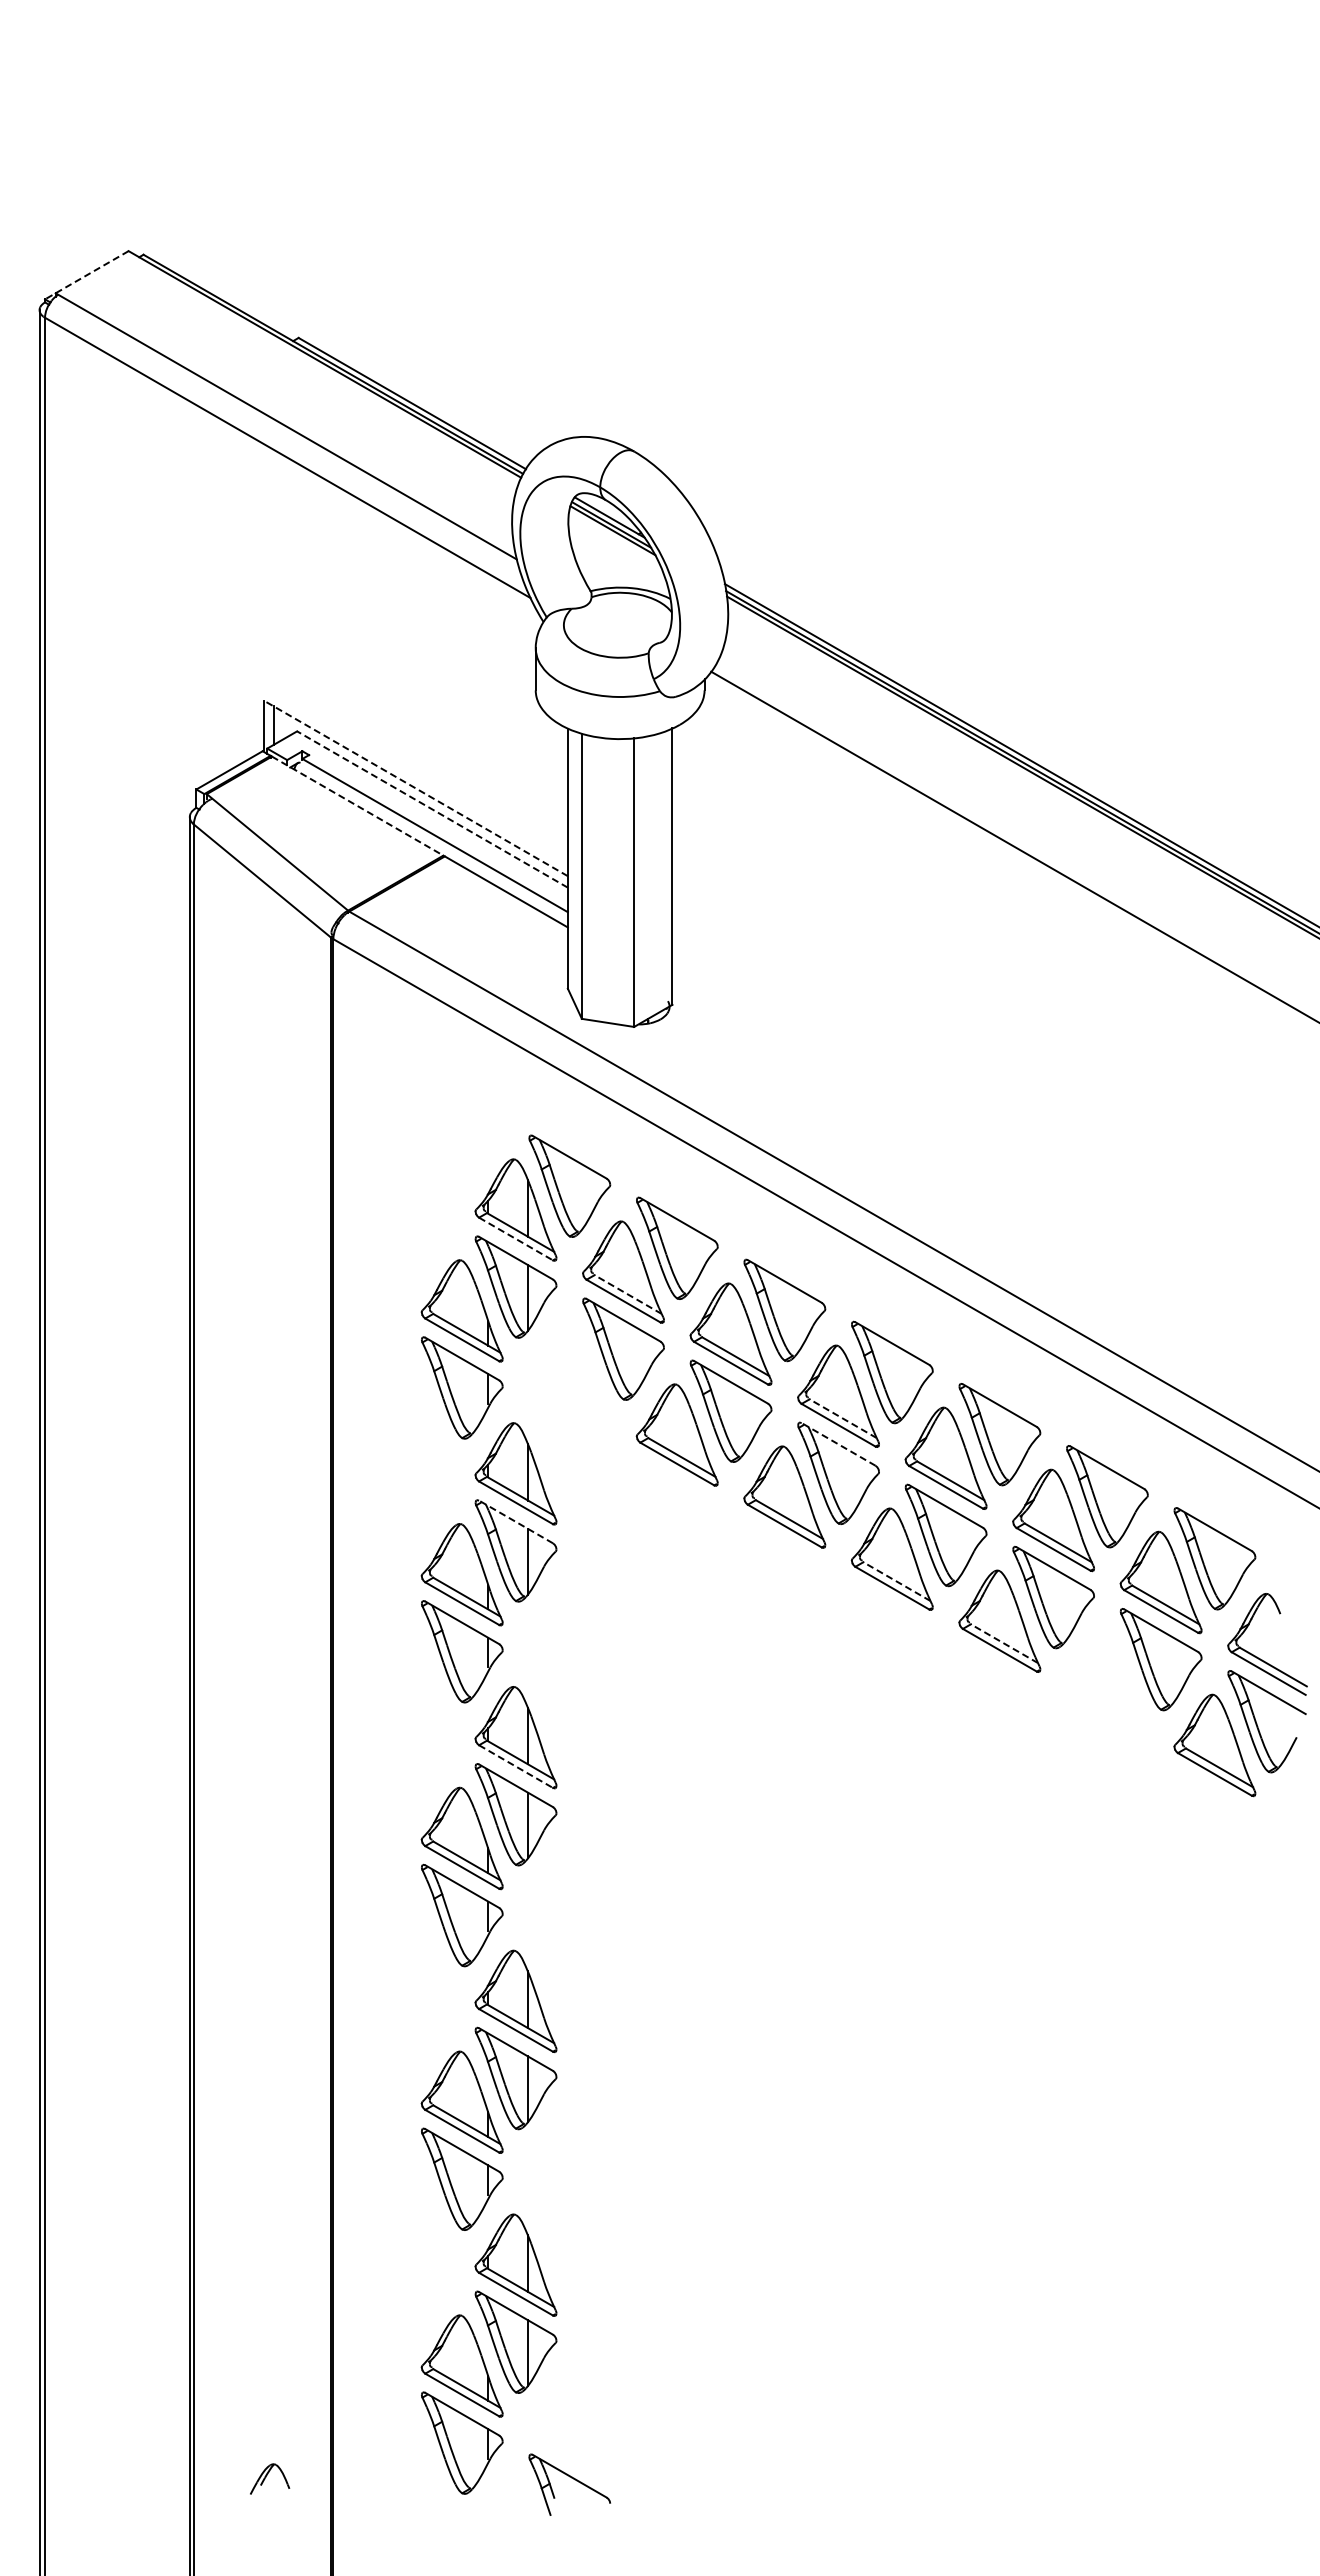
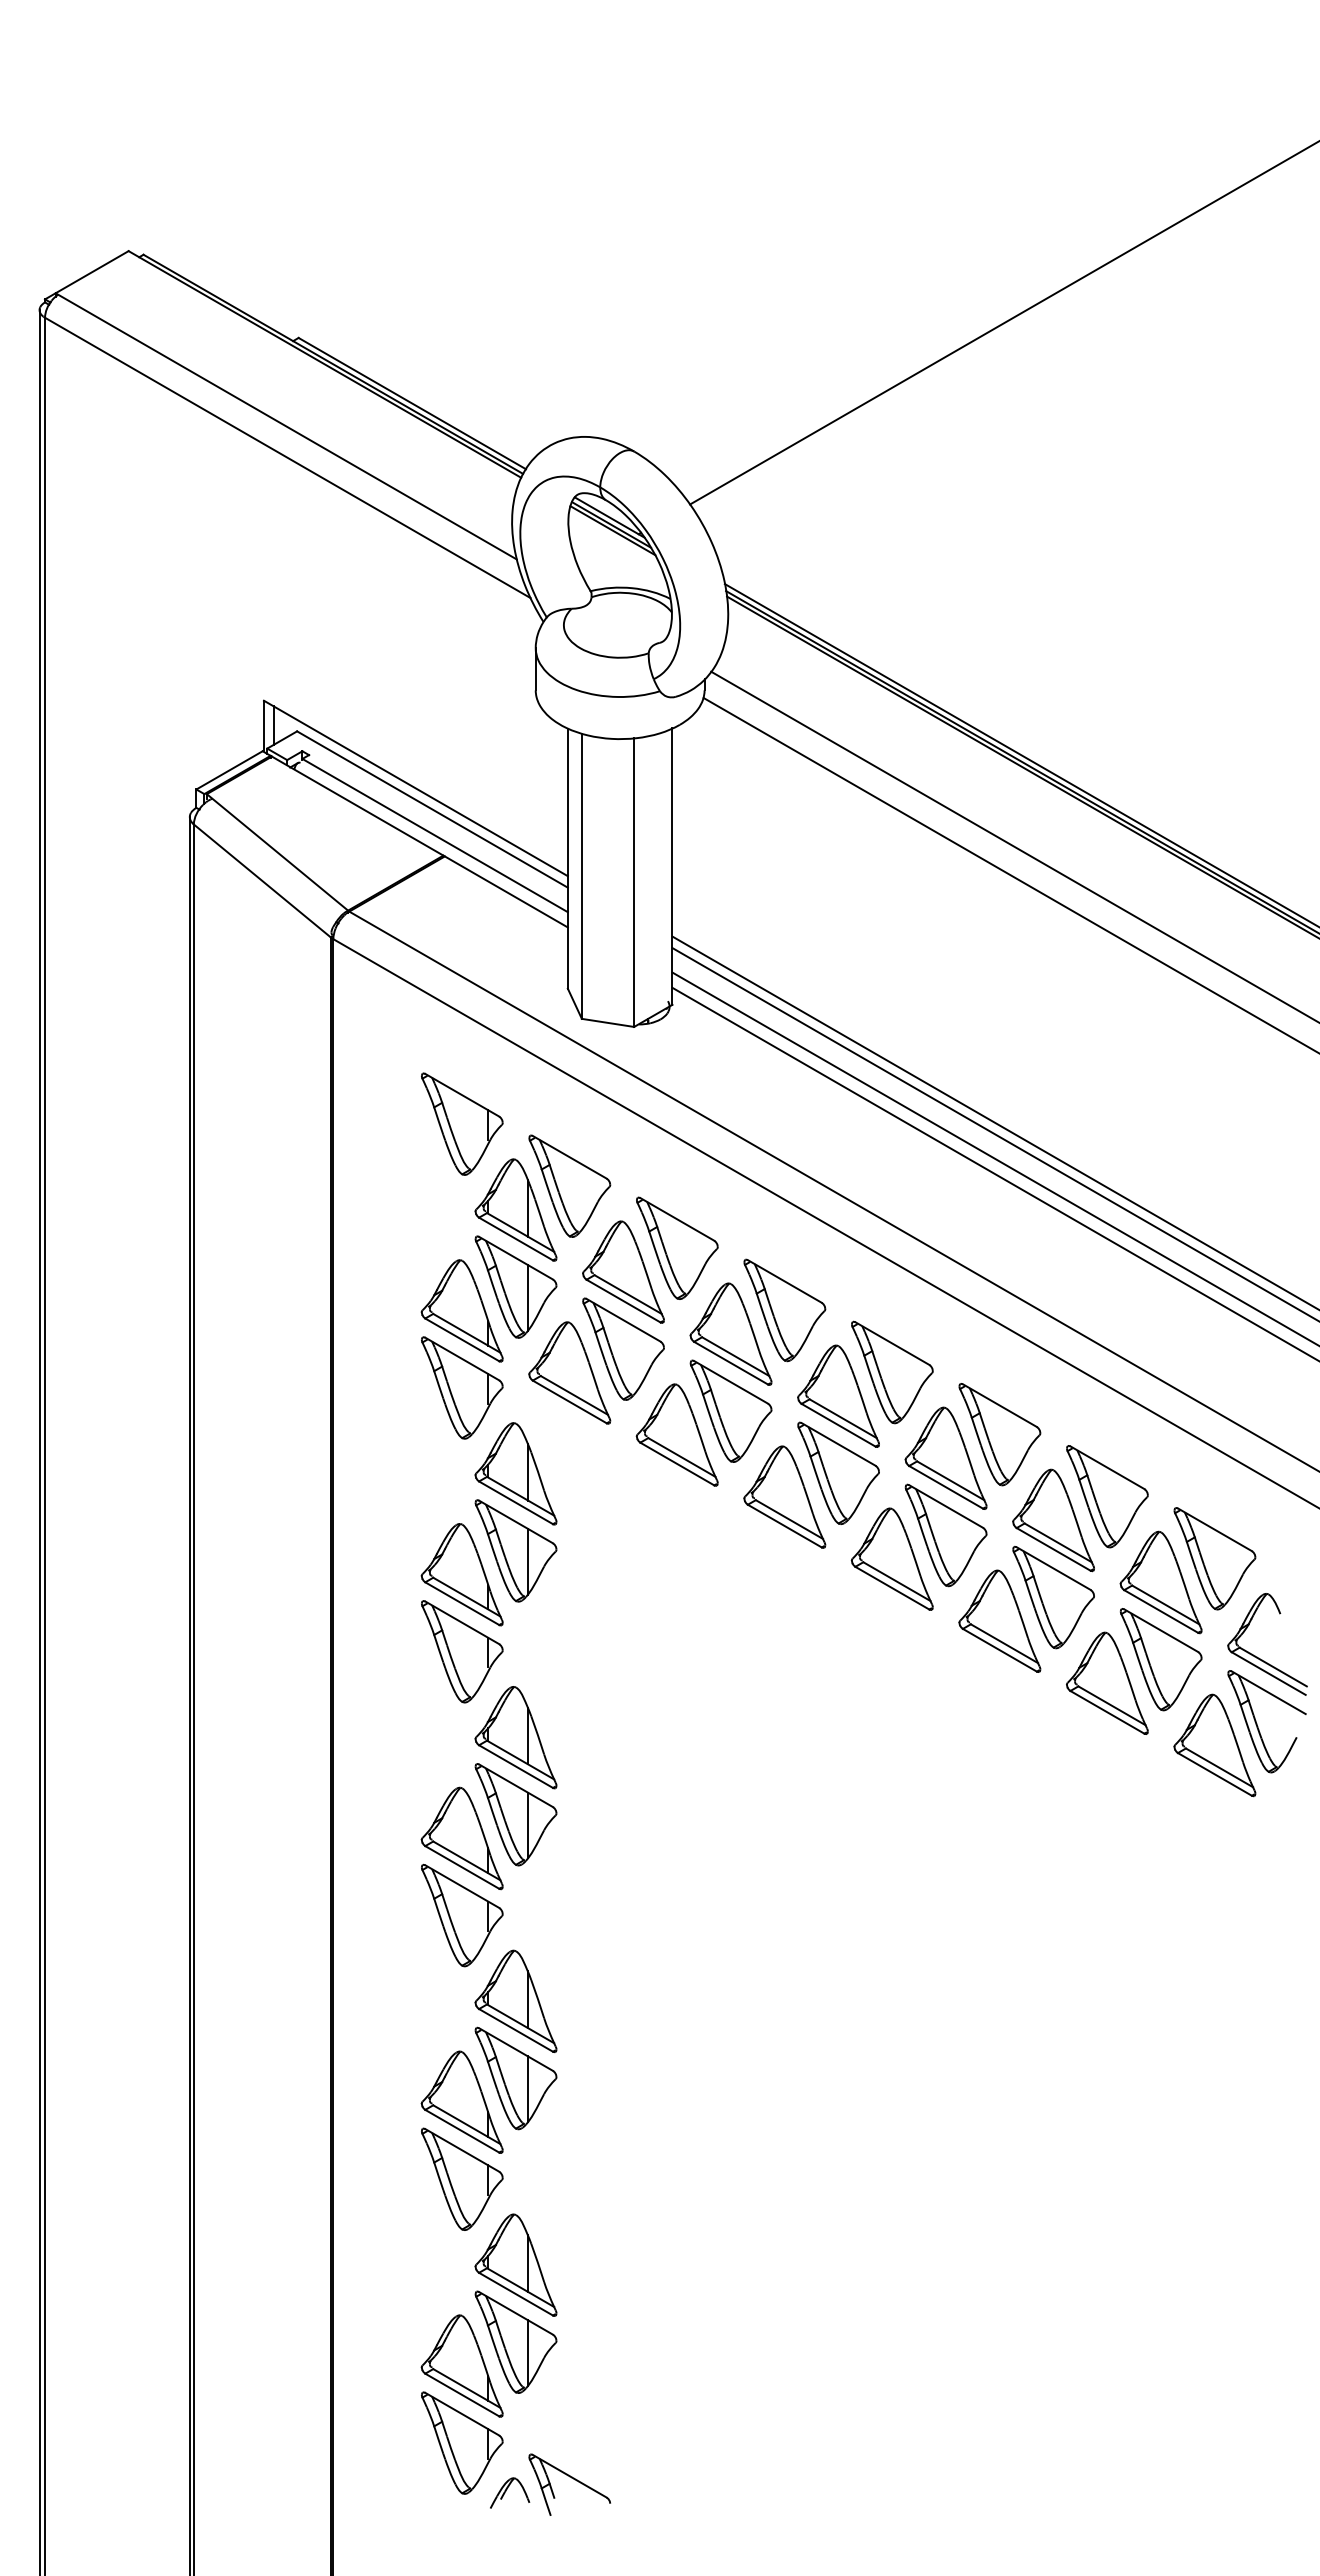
line at (86, 275): dashed -> solid
line at (1003, 323): none -> present
line at (415, 788): dashed -> solid
line at (358, 806): dashed -> solid
line at (432, 809): dashed -> solid
line at (1009, 874): none -> present
line at (994, 1122): none -> present
part at (462, 1123): none -> present
line at (994, 1133): none -> present
line at (994, 1158): none -> present
line at (994, 1173): none -> present
line at (516, 1239): dashed -> solid
line at (628, 1294): dashed -> solid
part at (569, 1372): none -> present
line at (843, 1418): dashed -> solid
line at (838, 1444): dashed -> solid
line at (516, 1521): dashed -> solid
line at (896, 1581): dashed -> solid
line at (1004, 1643): dashed -> solid
part at (1107, 1682): none -> present
line at (516, 1766): dashed -> solid
part at (270, 2478) position: (270, 2478) -> (510, 2492)
